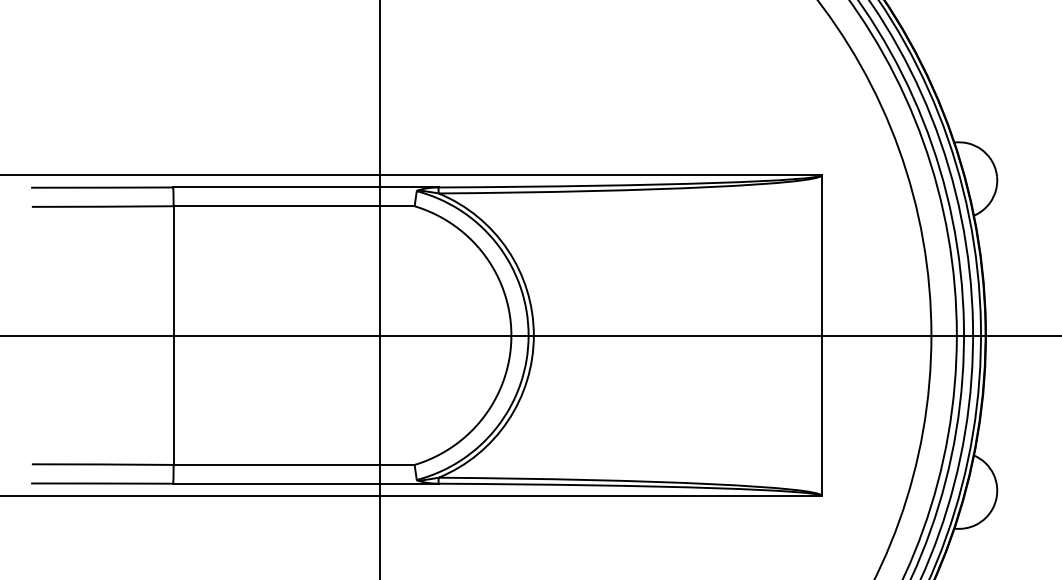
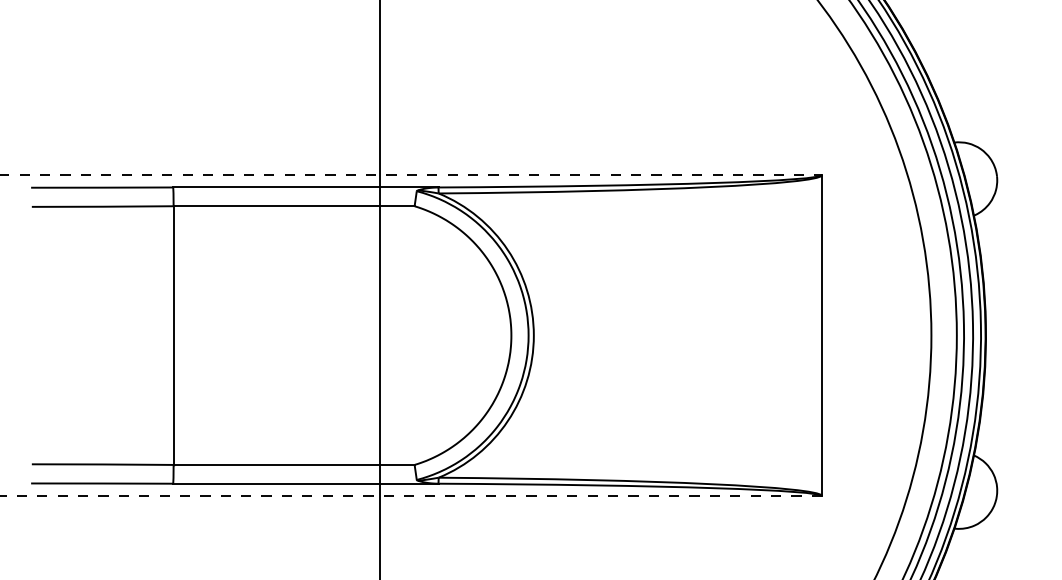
line at (411, 175): solid -> dashed
line at (530, 335): present -> none
line at (411, 496): solid -> dashed
